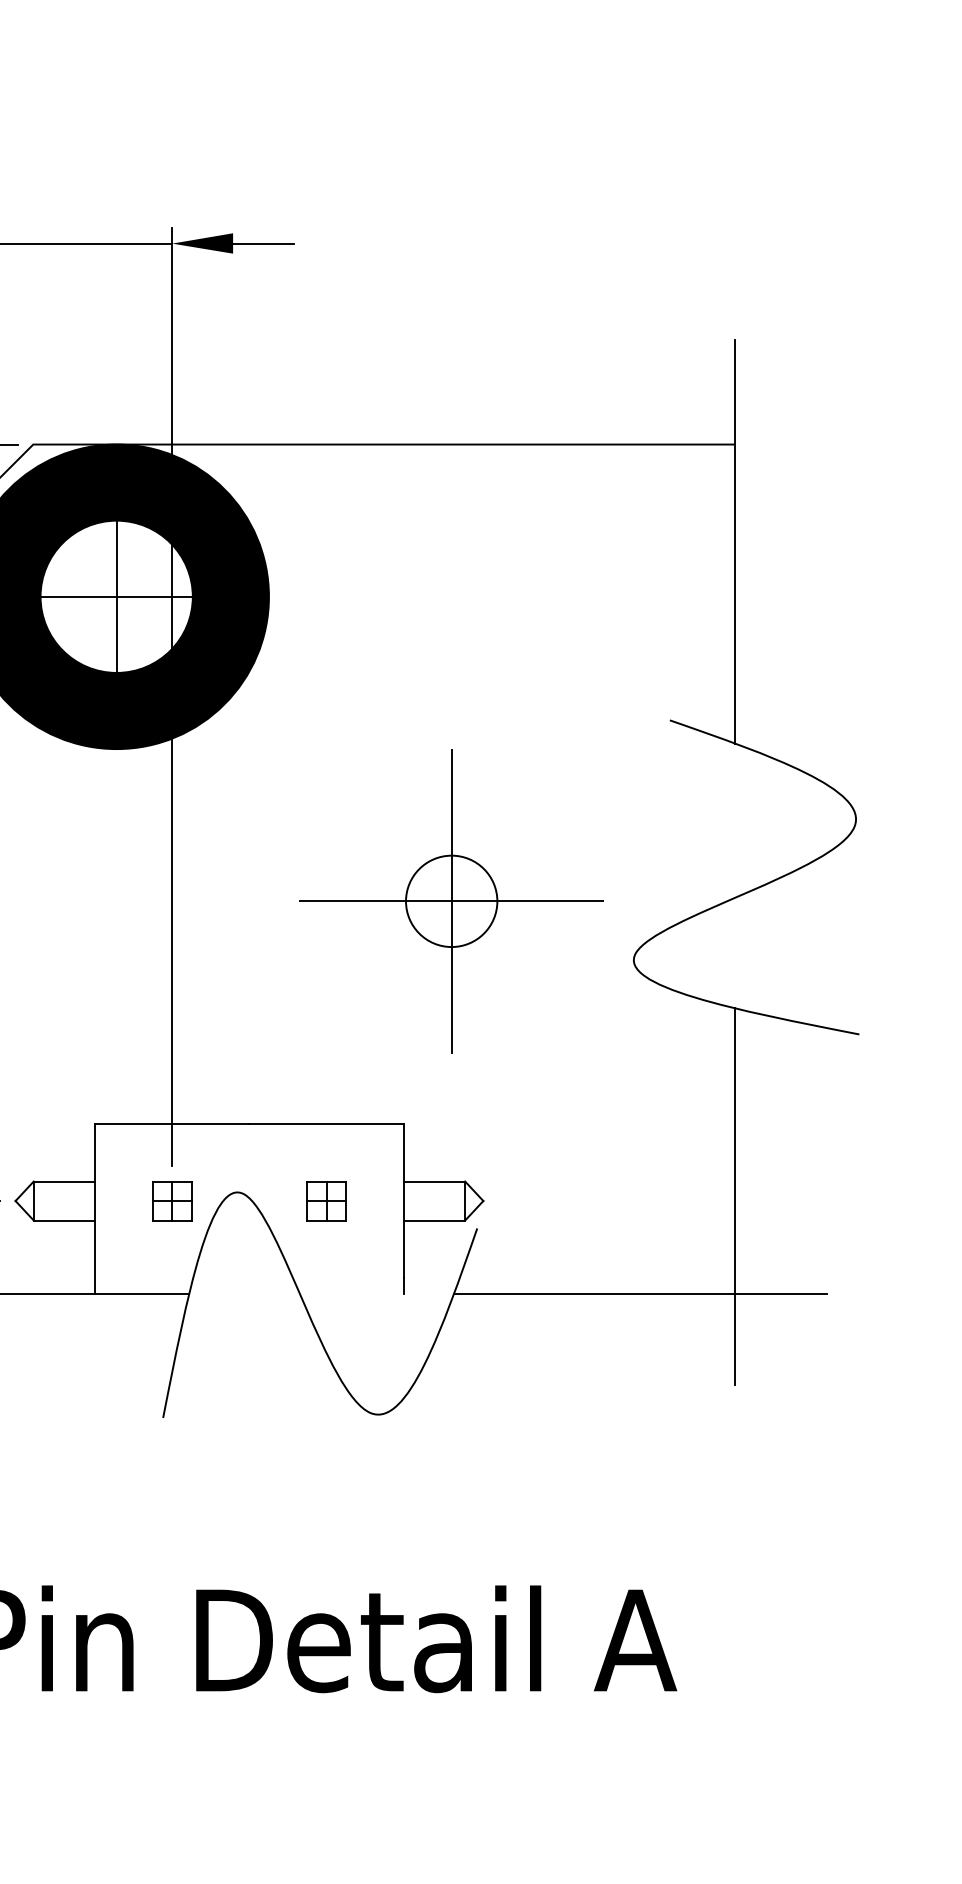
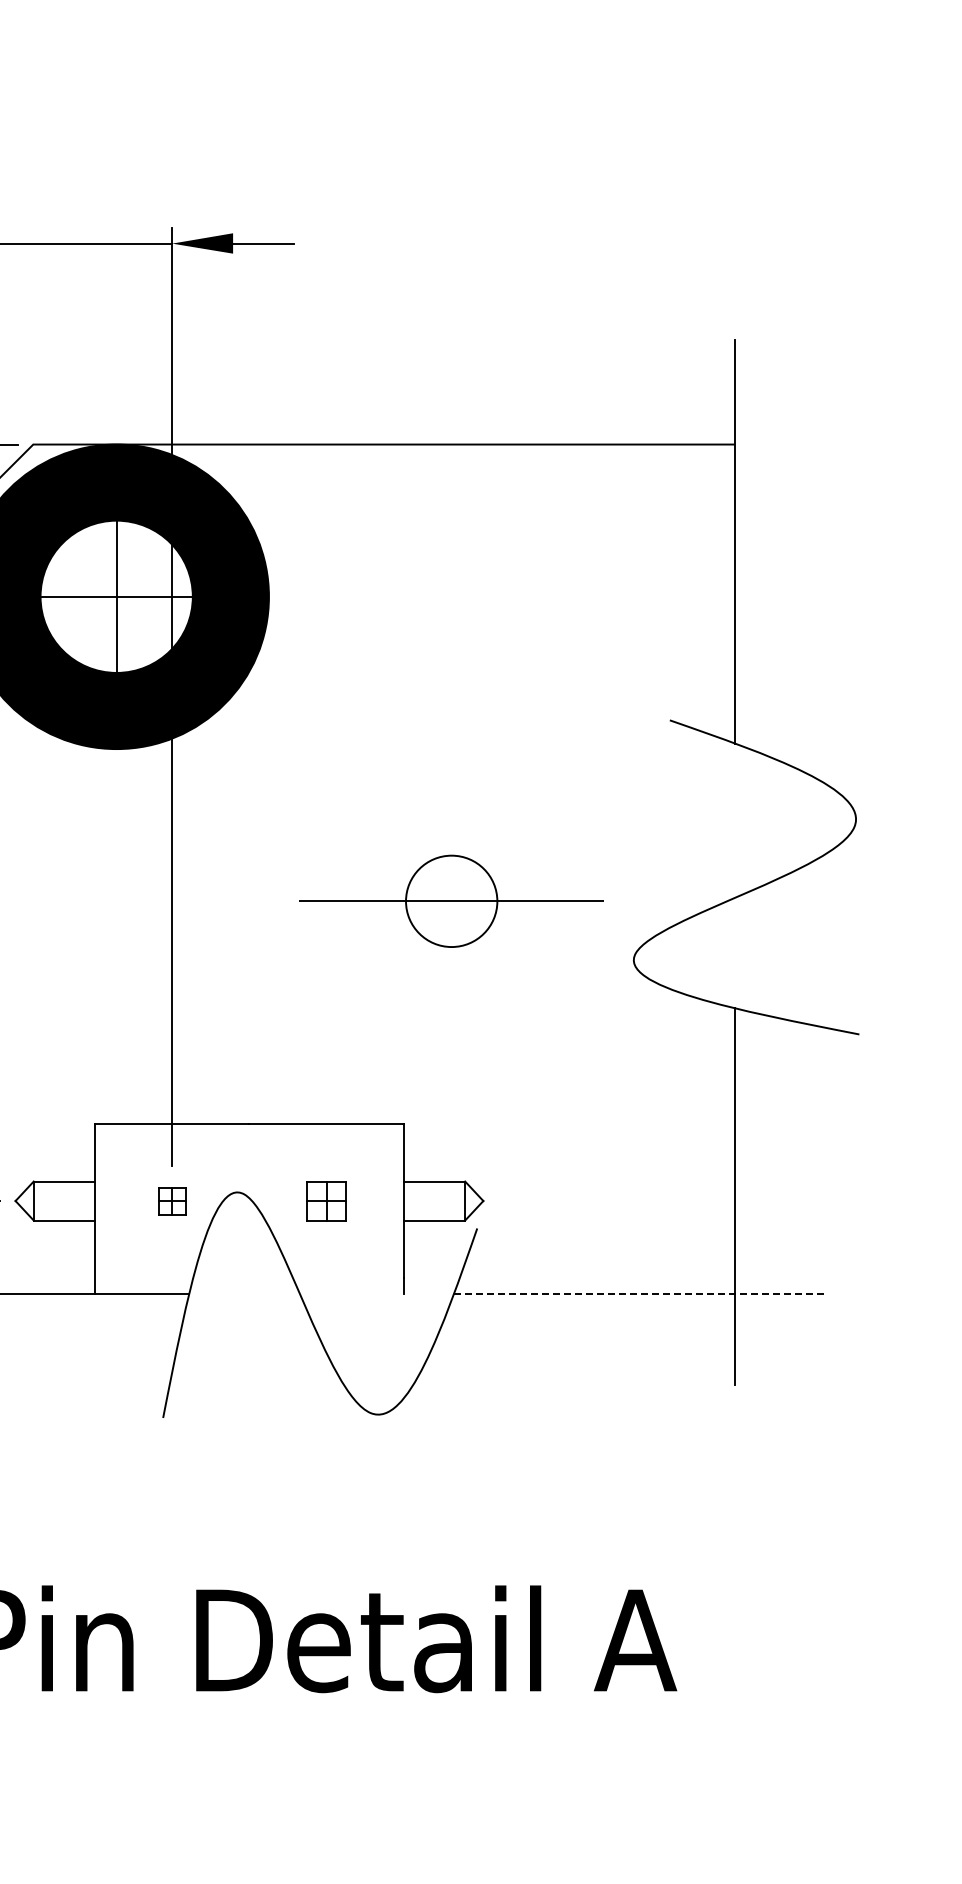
line at (451, 901): present -> none
part at (172, 1201) size: 41x41 px -> 29x29 px
line at (640, 1293): solid -> dashed
